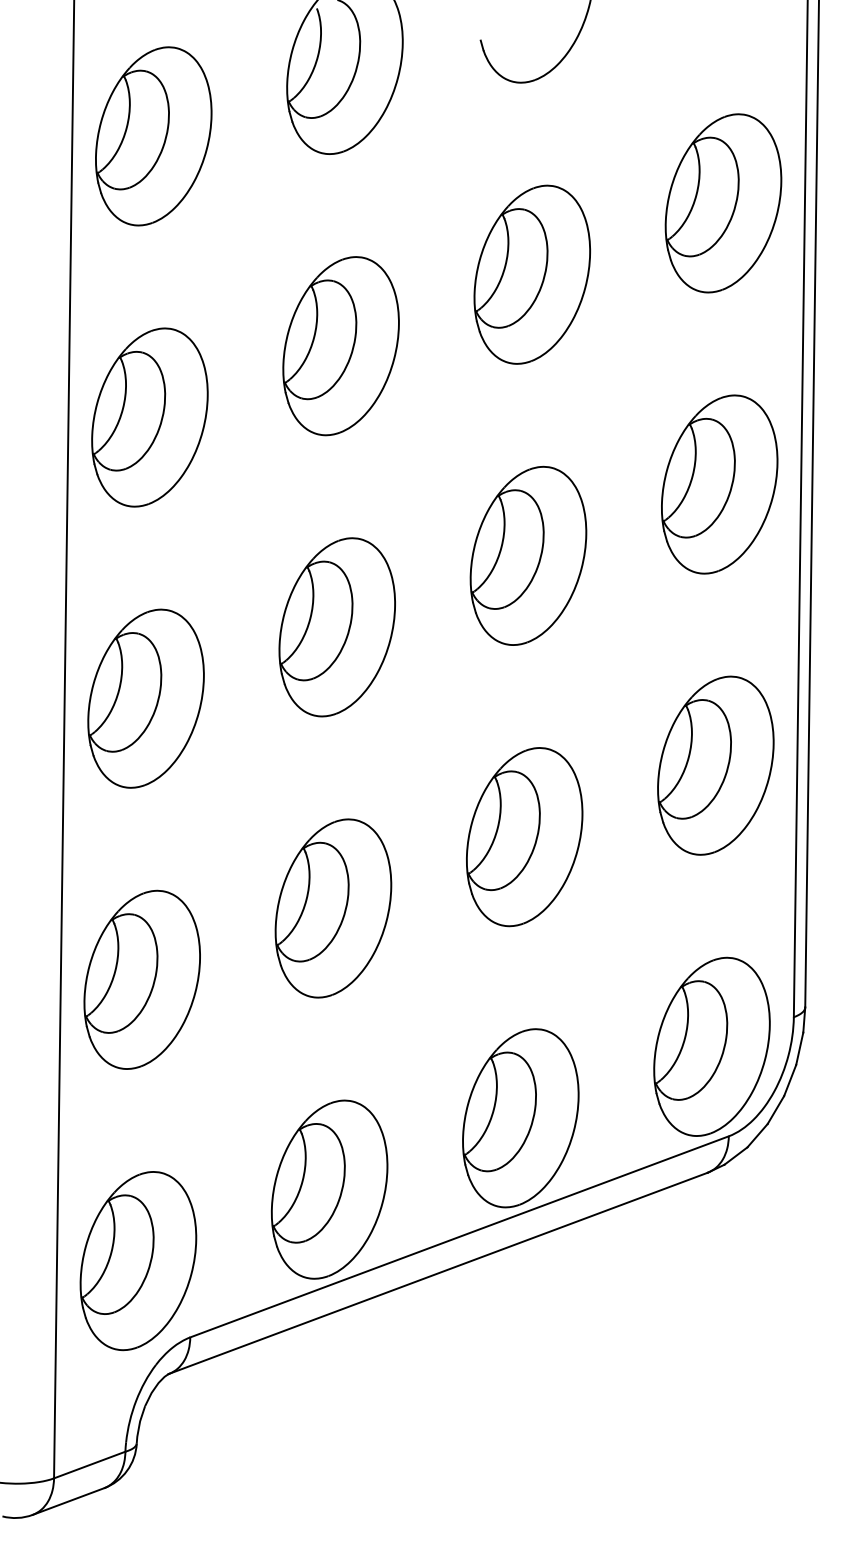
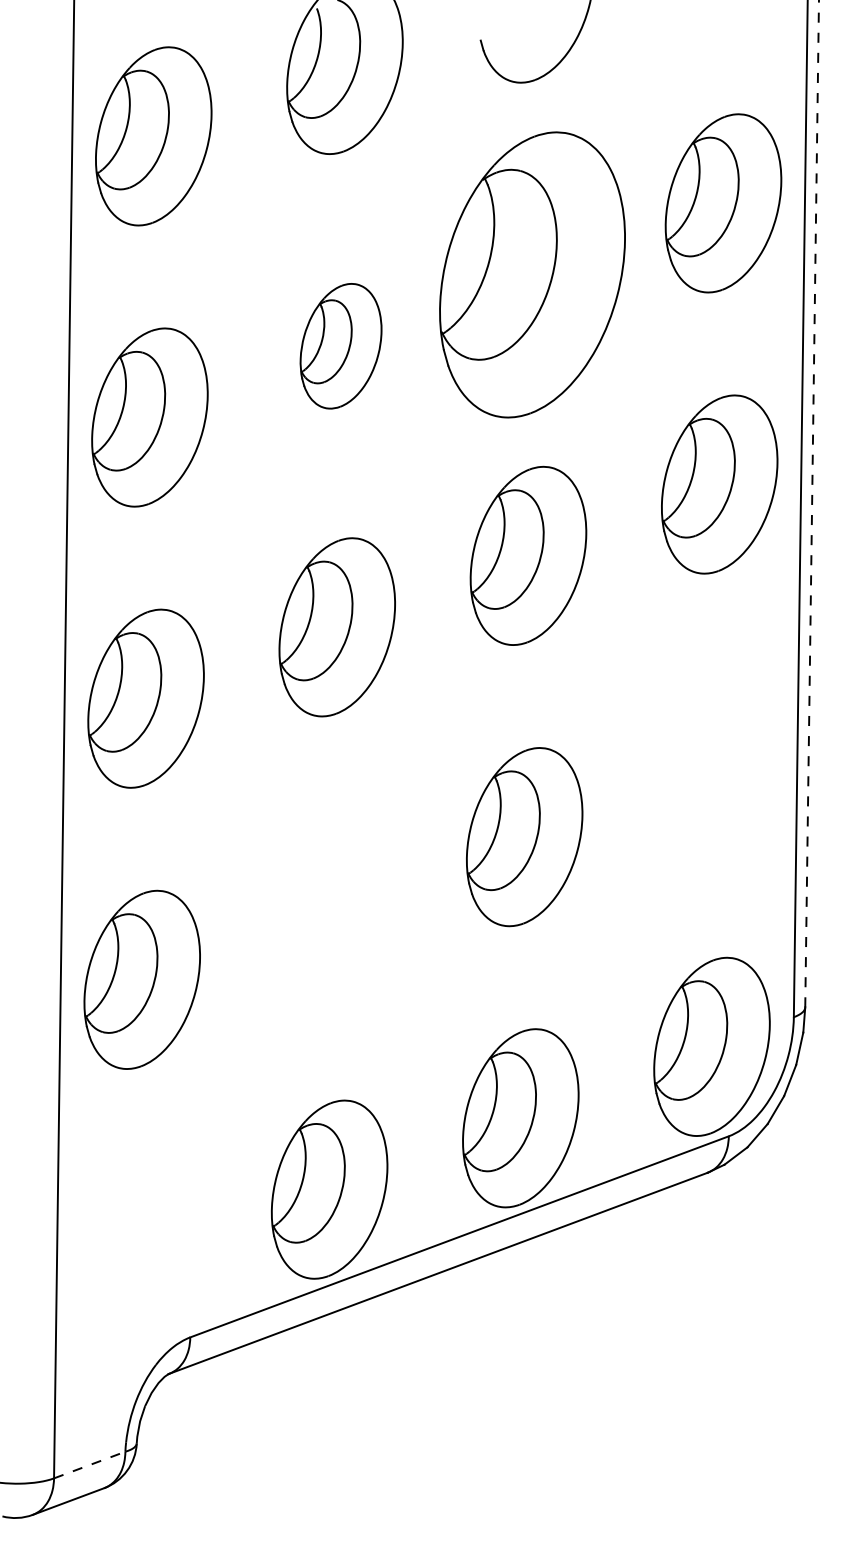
part at (531, 274) size: 118x181 px -> 187x288 px
part at (340, 346) size: 118x181 px -> 84x127 px
line at (812, 503): solid -> dashed
part at (715, 765): present -> none
part at (333, 908): present -> none
part at (138, 1261): present -> none
line at (90, 1464): solid -> dashed
